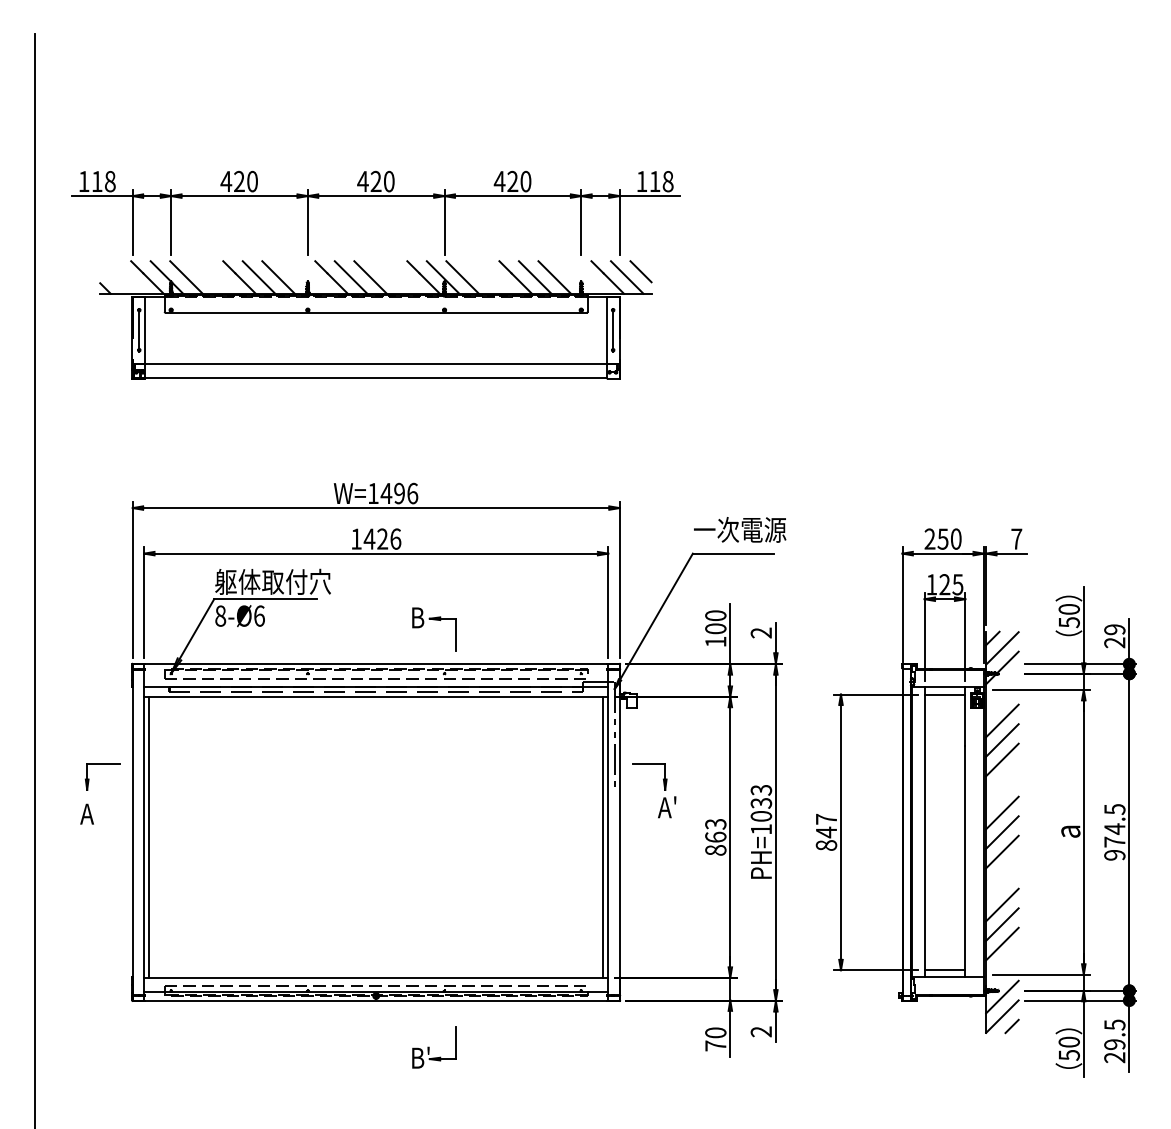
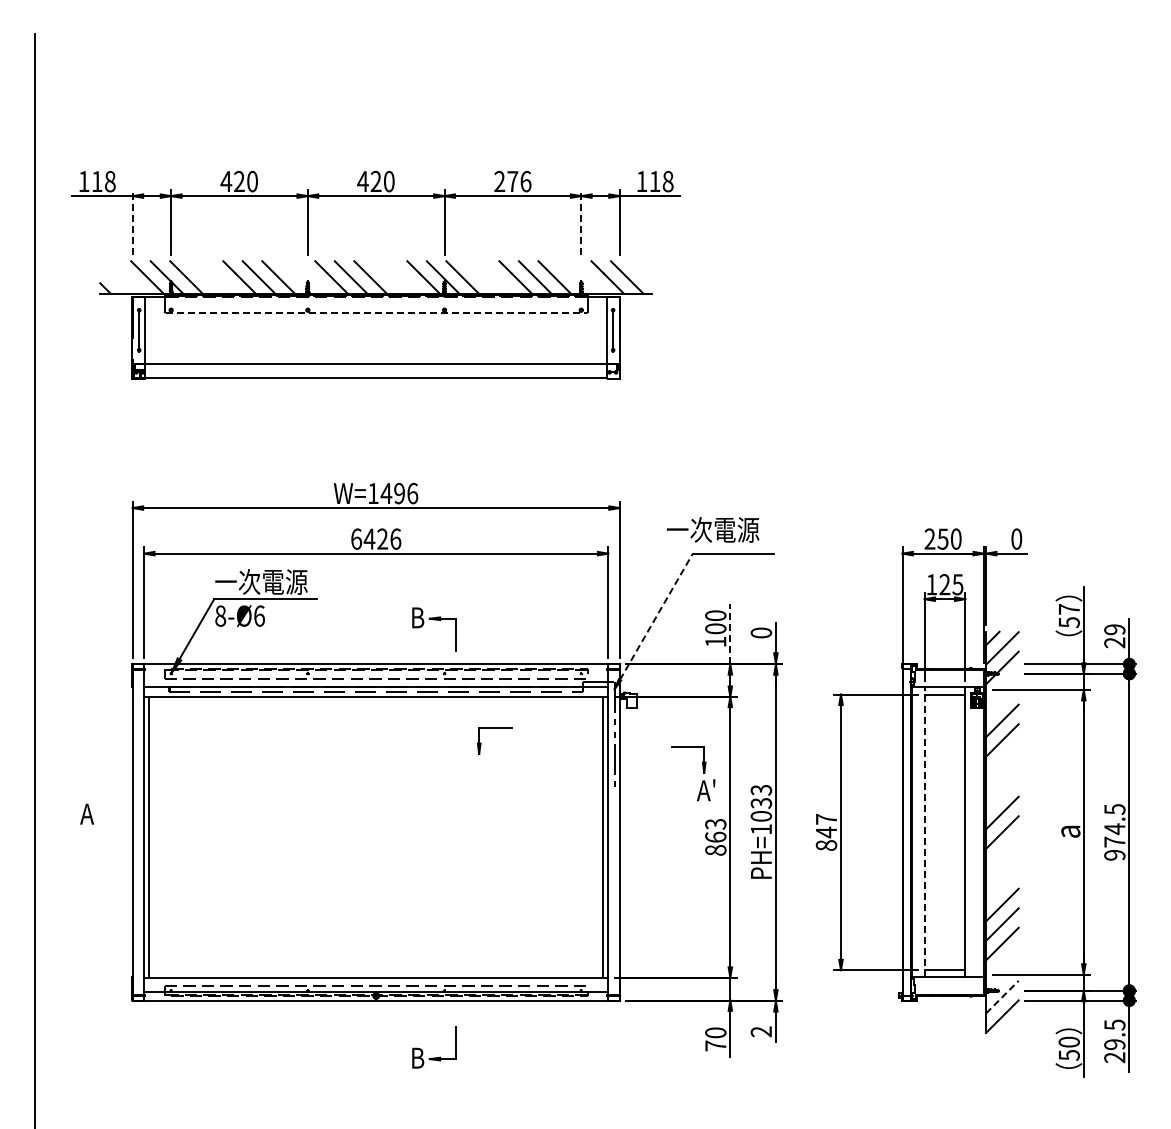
text at (512, 181): 420 -> 276
line at (132, 222): solid -> dashed
line at (581, 222): solid -> dashed
line at (640, 271): present -> none
line at (376, 312): solid -> dashed
text at (740, 529) position: (740, 529) -> (713, 529)
text at (356, 538): 1426 -> 6426
text at (1016, 538): 7 -> 0
text at (272, 581): 躯体取付穴 -> 一次電源
text at (1068, 609): 50 -> 57
line at (656, 616): solid -> dashed
text at (761, 632): 2 -> 0
line at (730, 633): solid -> dashed
line at (1002, 759): present -> none
part at (102, 764) position: (102, 764) -> (494, 728)
part at (663, 786) position: (663, 786) -> (702, 769)
line at (924, 831): solid -> dashed
line at (1002, 851): present -> none
line at (1002, 996): solid -> dashed
line at (1011, 1026): present -> none
text at (428, 1050): B' -> B
